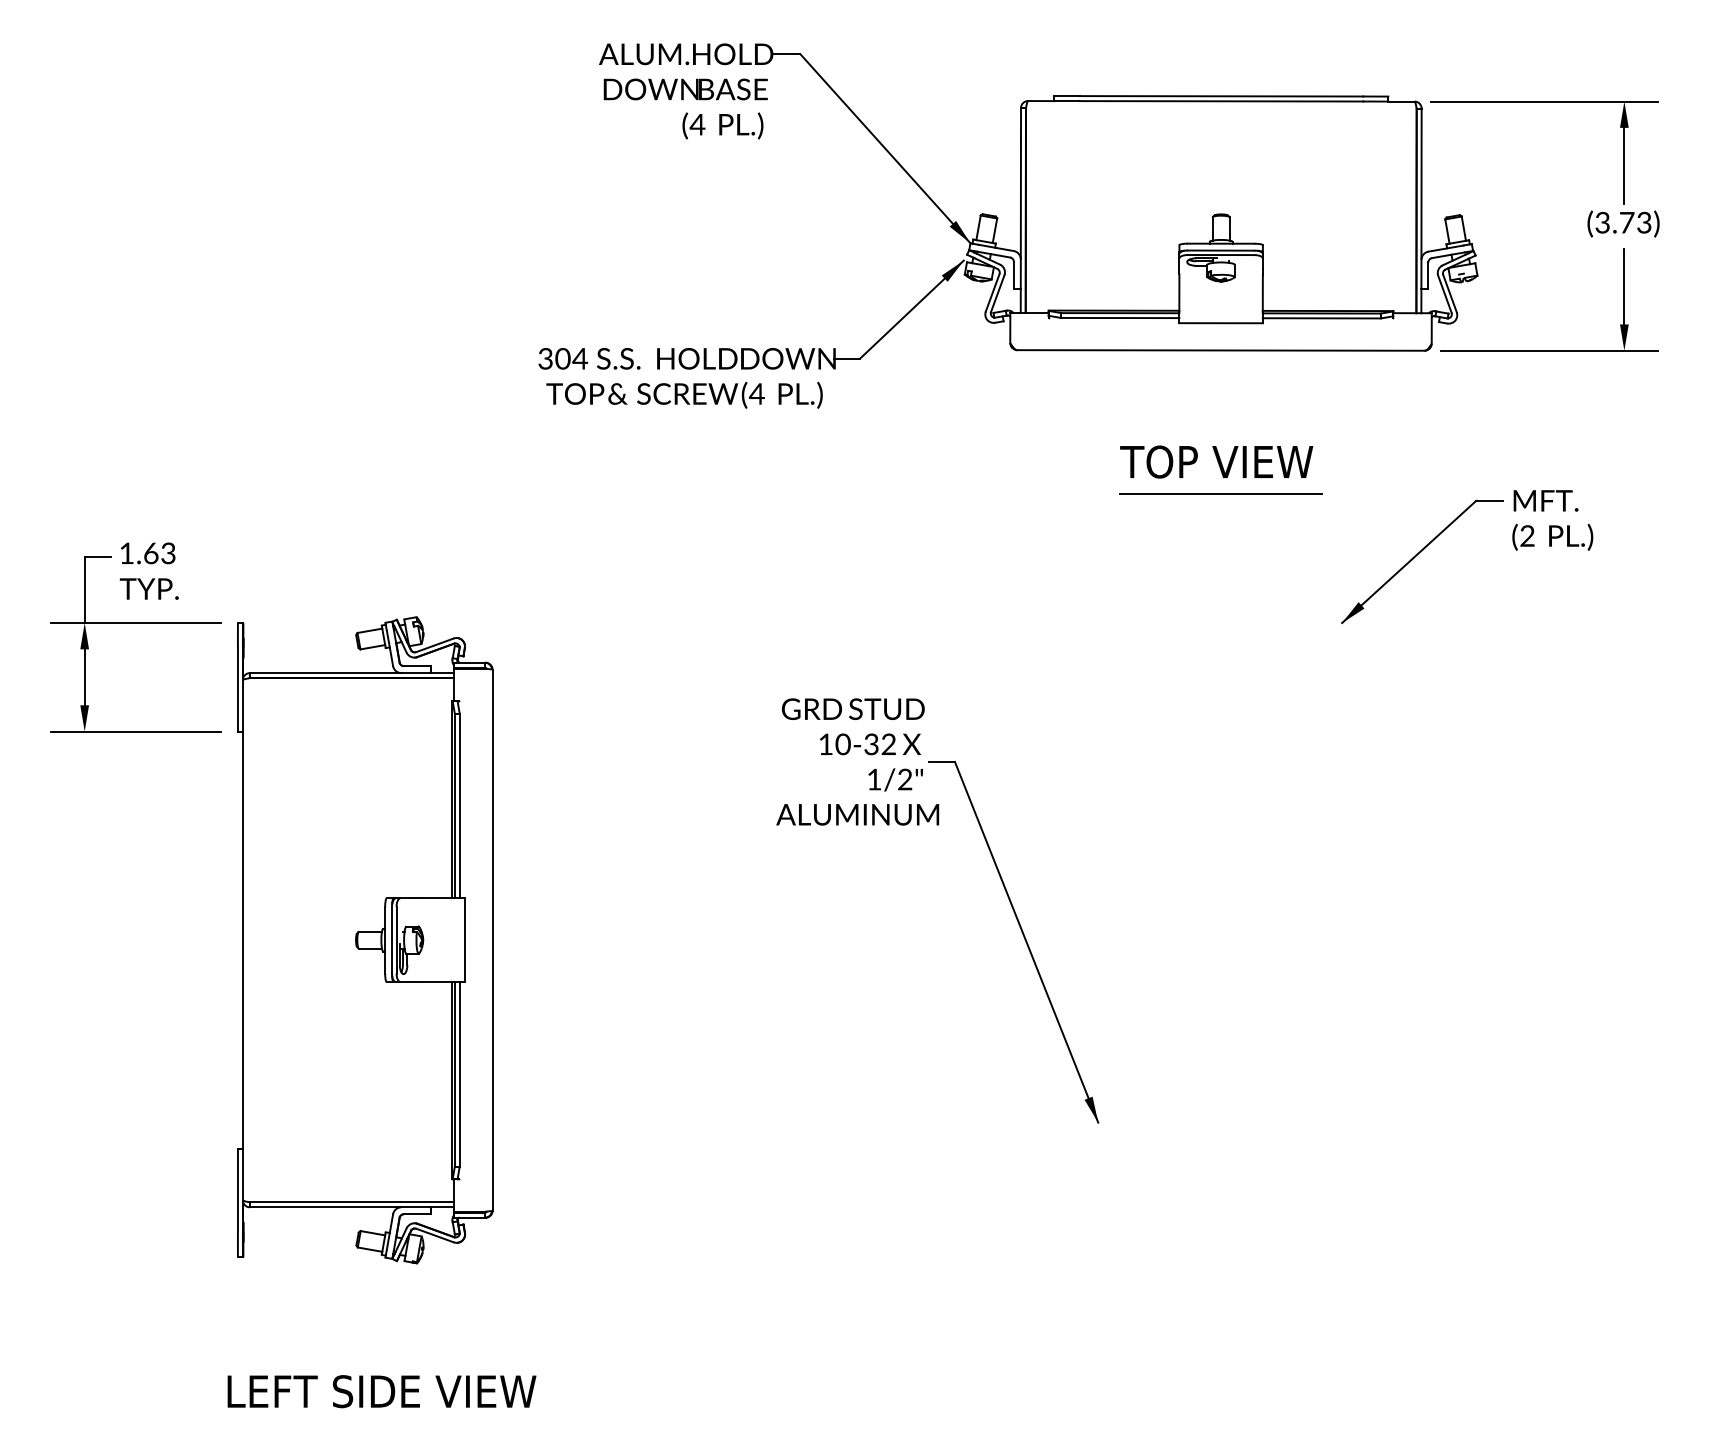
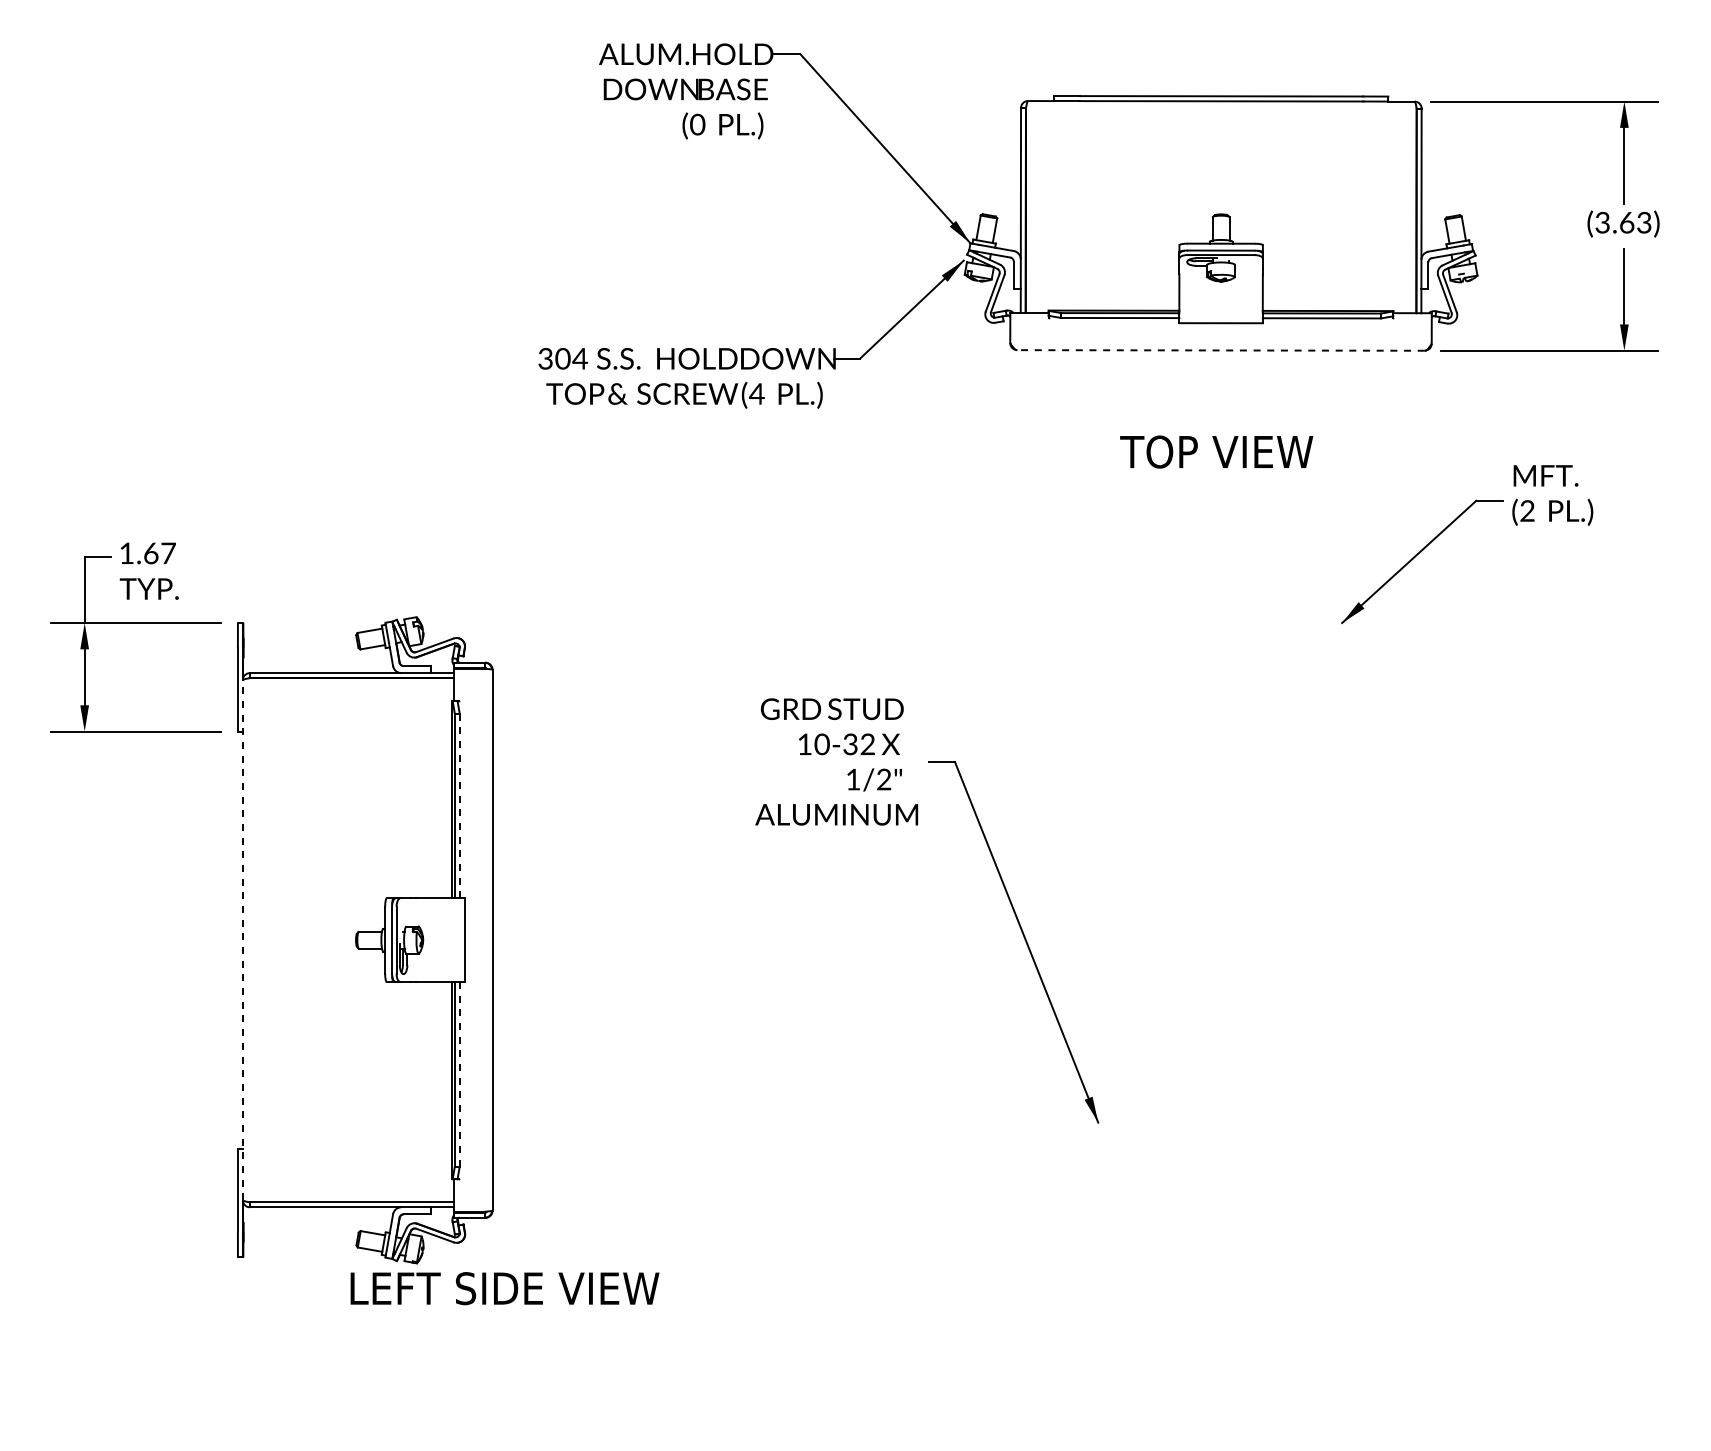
text at (697, 124): (4 -> (0
text at (1627, 222): (3.73) -> (3.63)
line at (1220, 350): solid -> dashed
text at (1216, 461) position: (1216, 461) -> (1216, 451)
line at (1221, 493): present -> none
text at (1552, 520) position: (1552, 520) -> (1552, 495)
text at (168, 553): 1.63 -> 1.67
text at (857, 761) position: (857, 761) -> (836, 761)
line at (459, 806): solid -> dashed
line at (242, 939): solid -> dashed
line at (459, 1074): solid -> dashed
text at (381, 1391) position: (381, 1391) -> (504, 1288)
